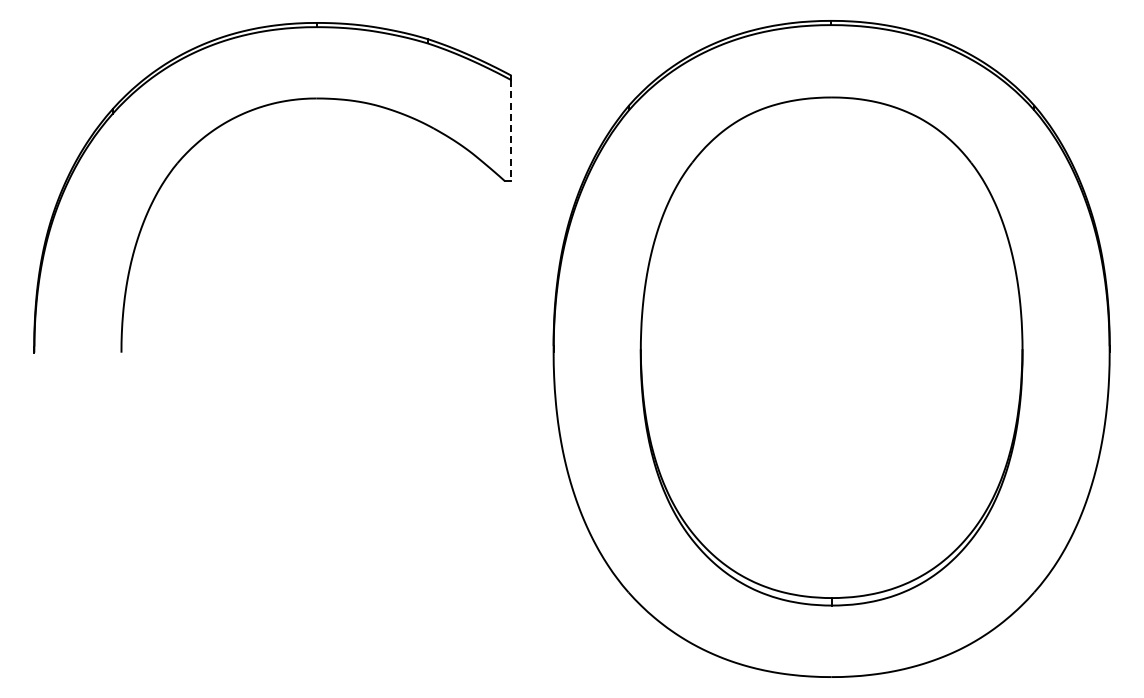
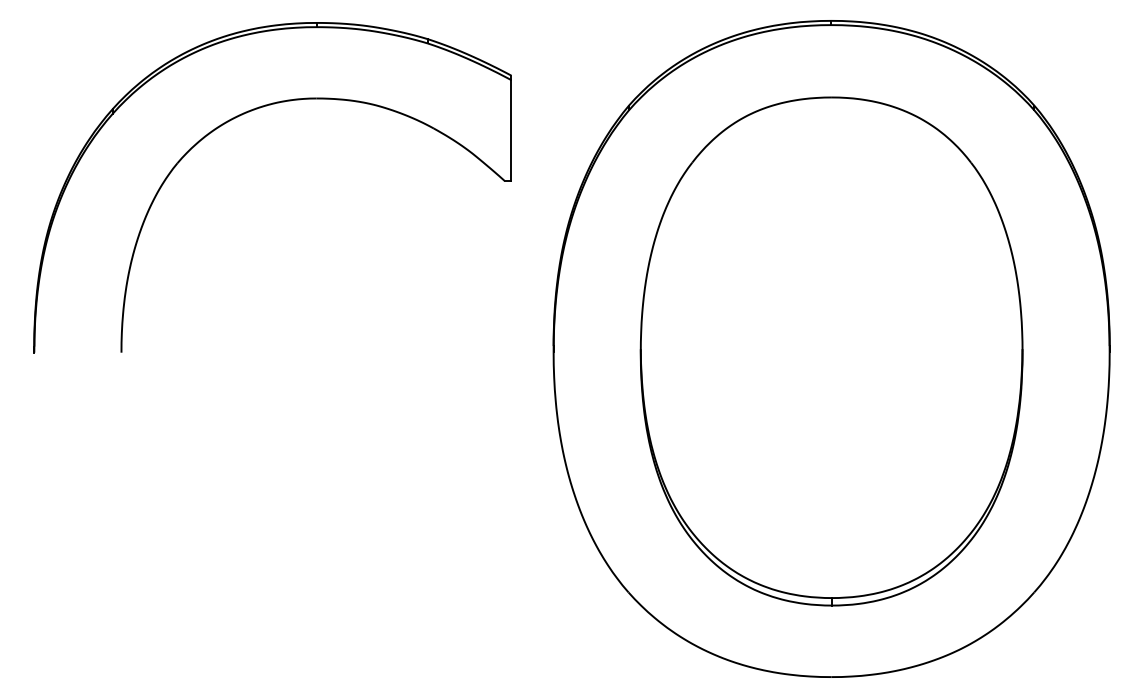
line at (511, 131): dashed -> solid
